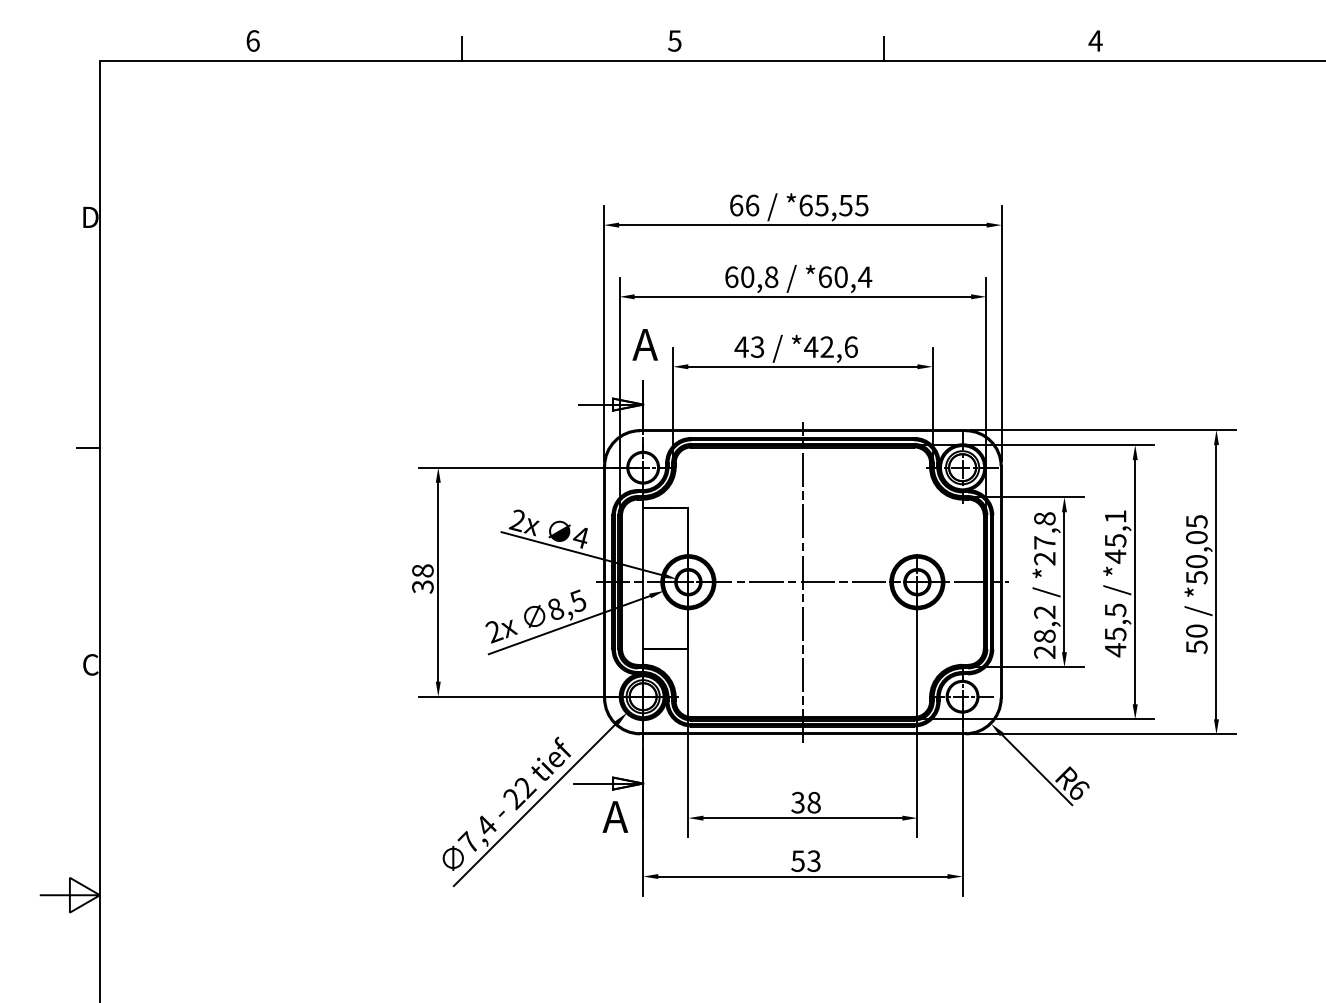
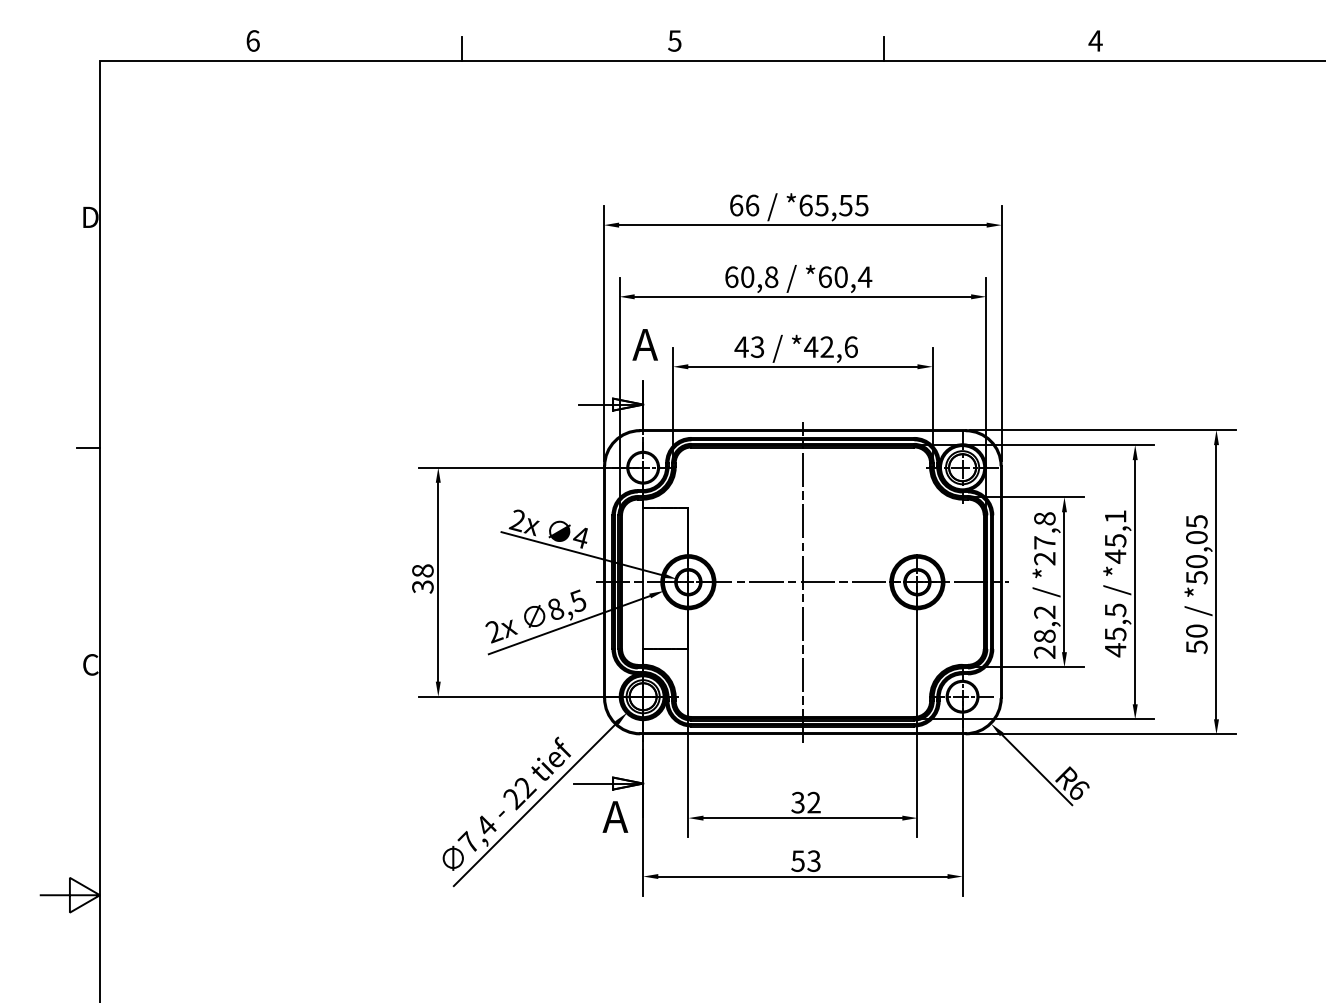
text at (813, 802): 38 -> 32
